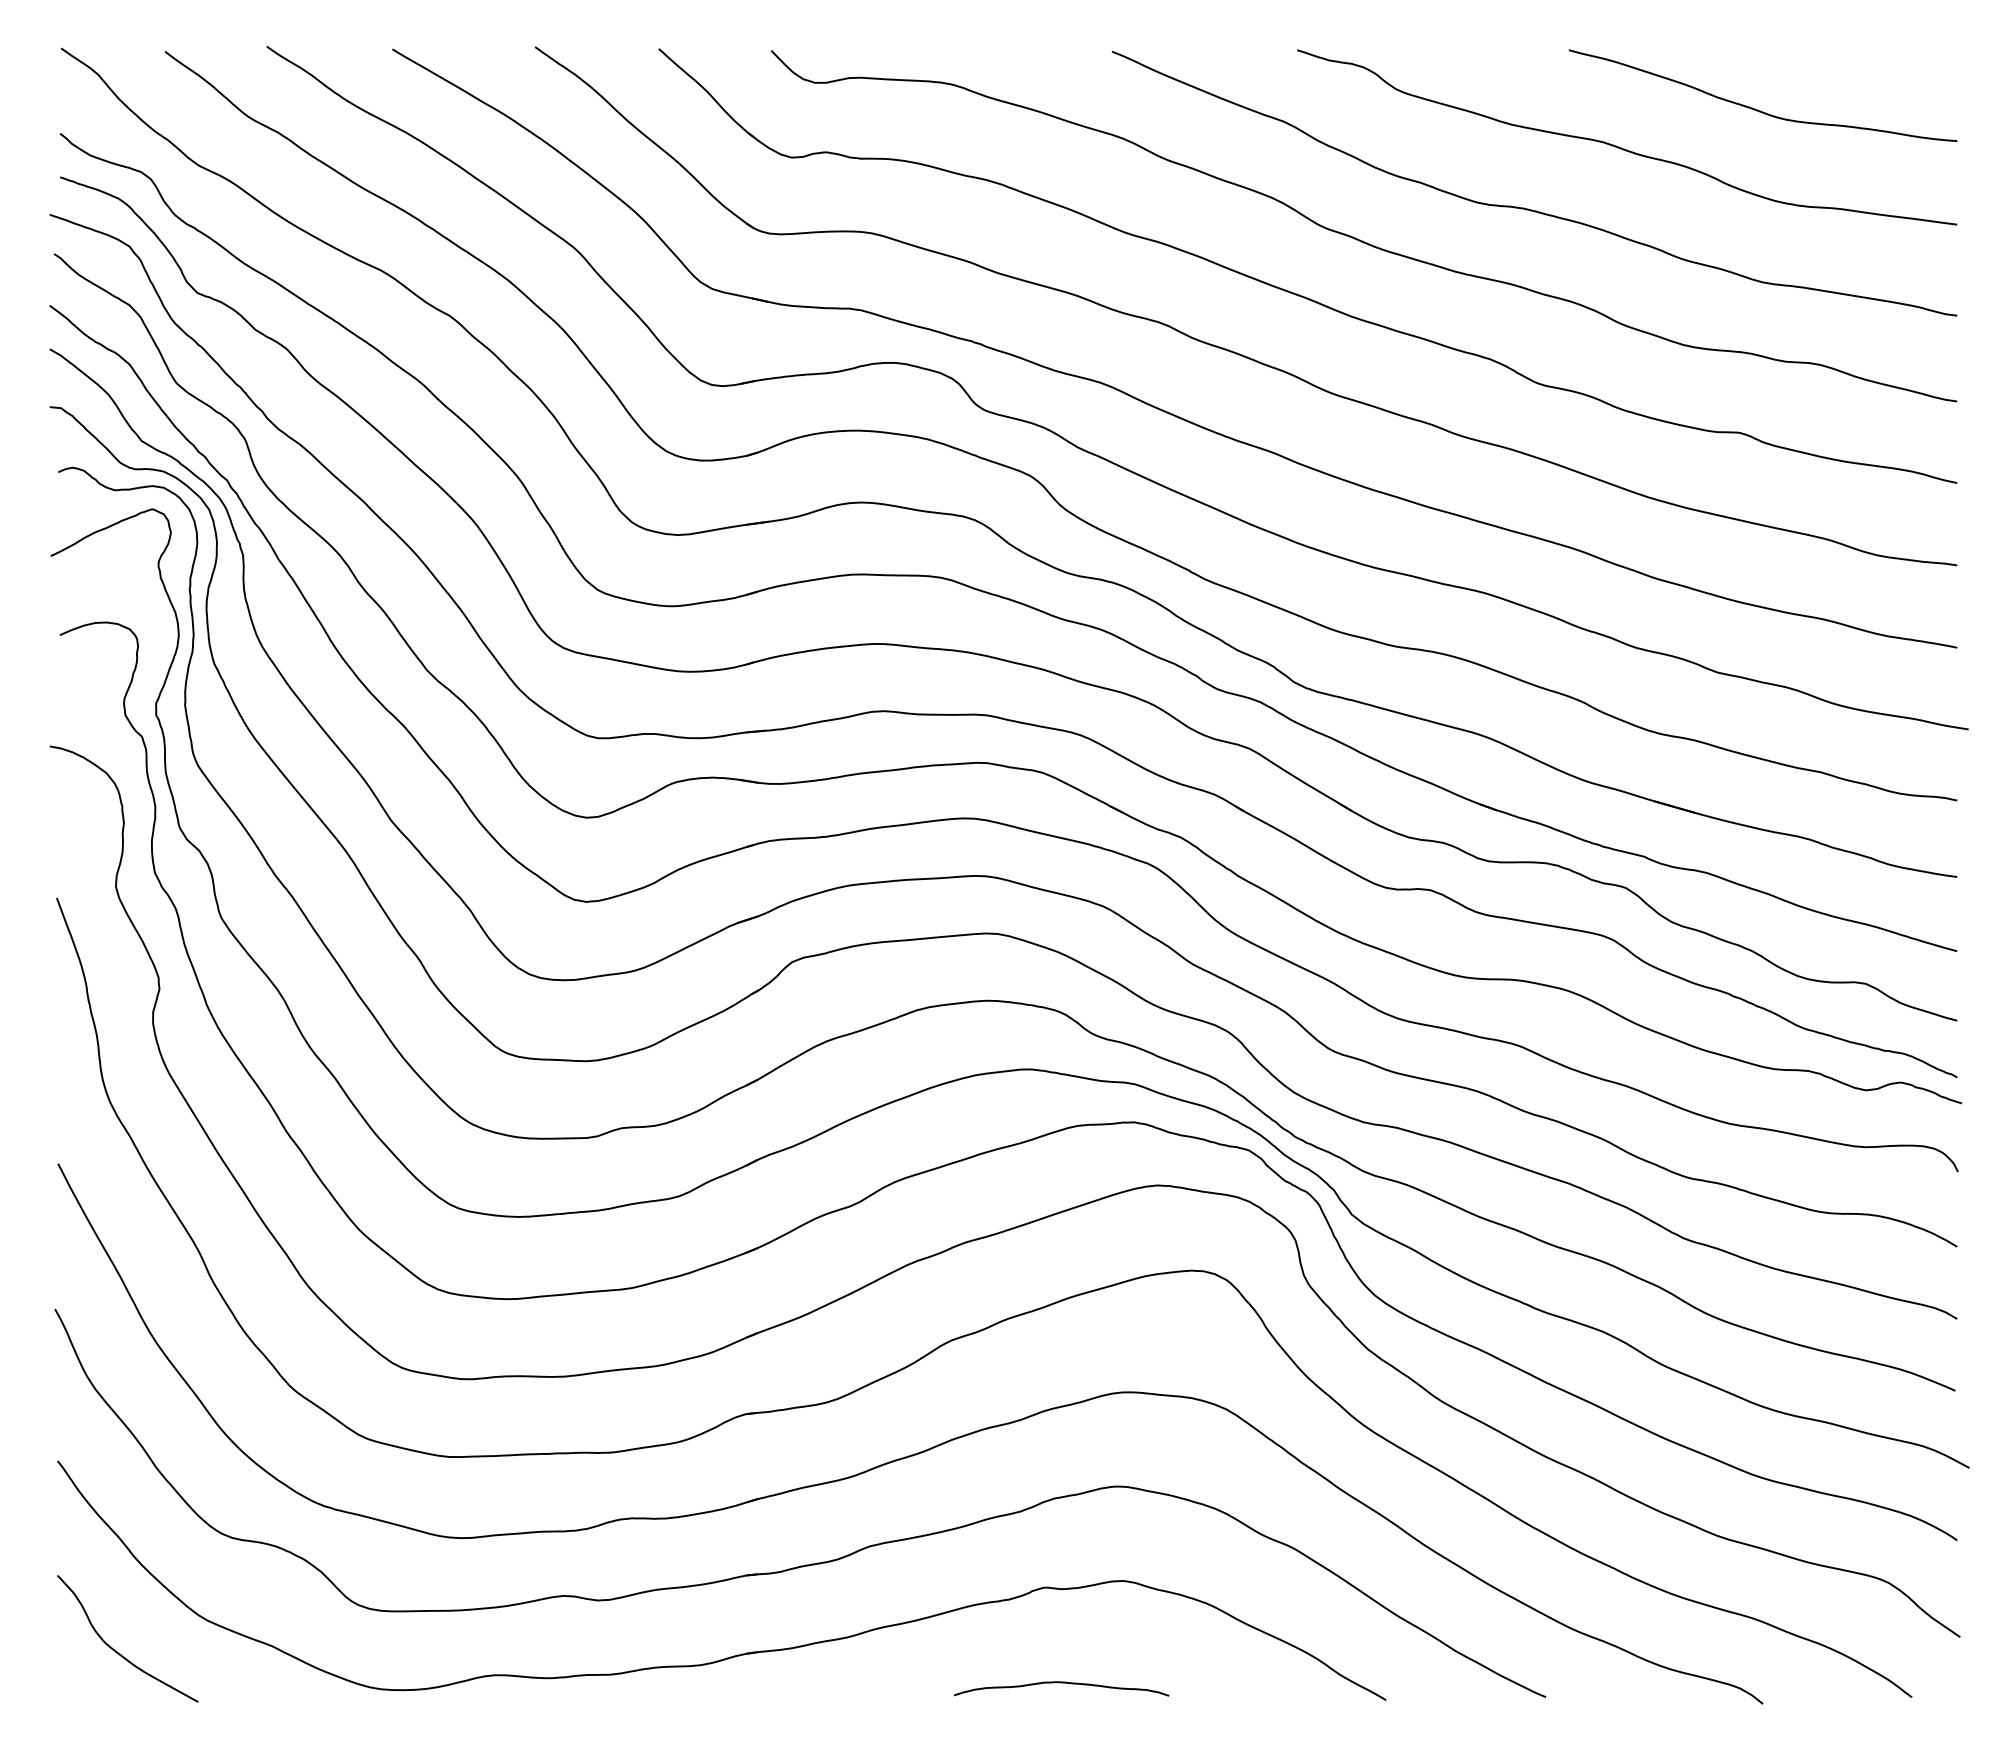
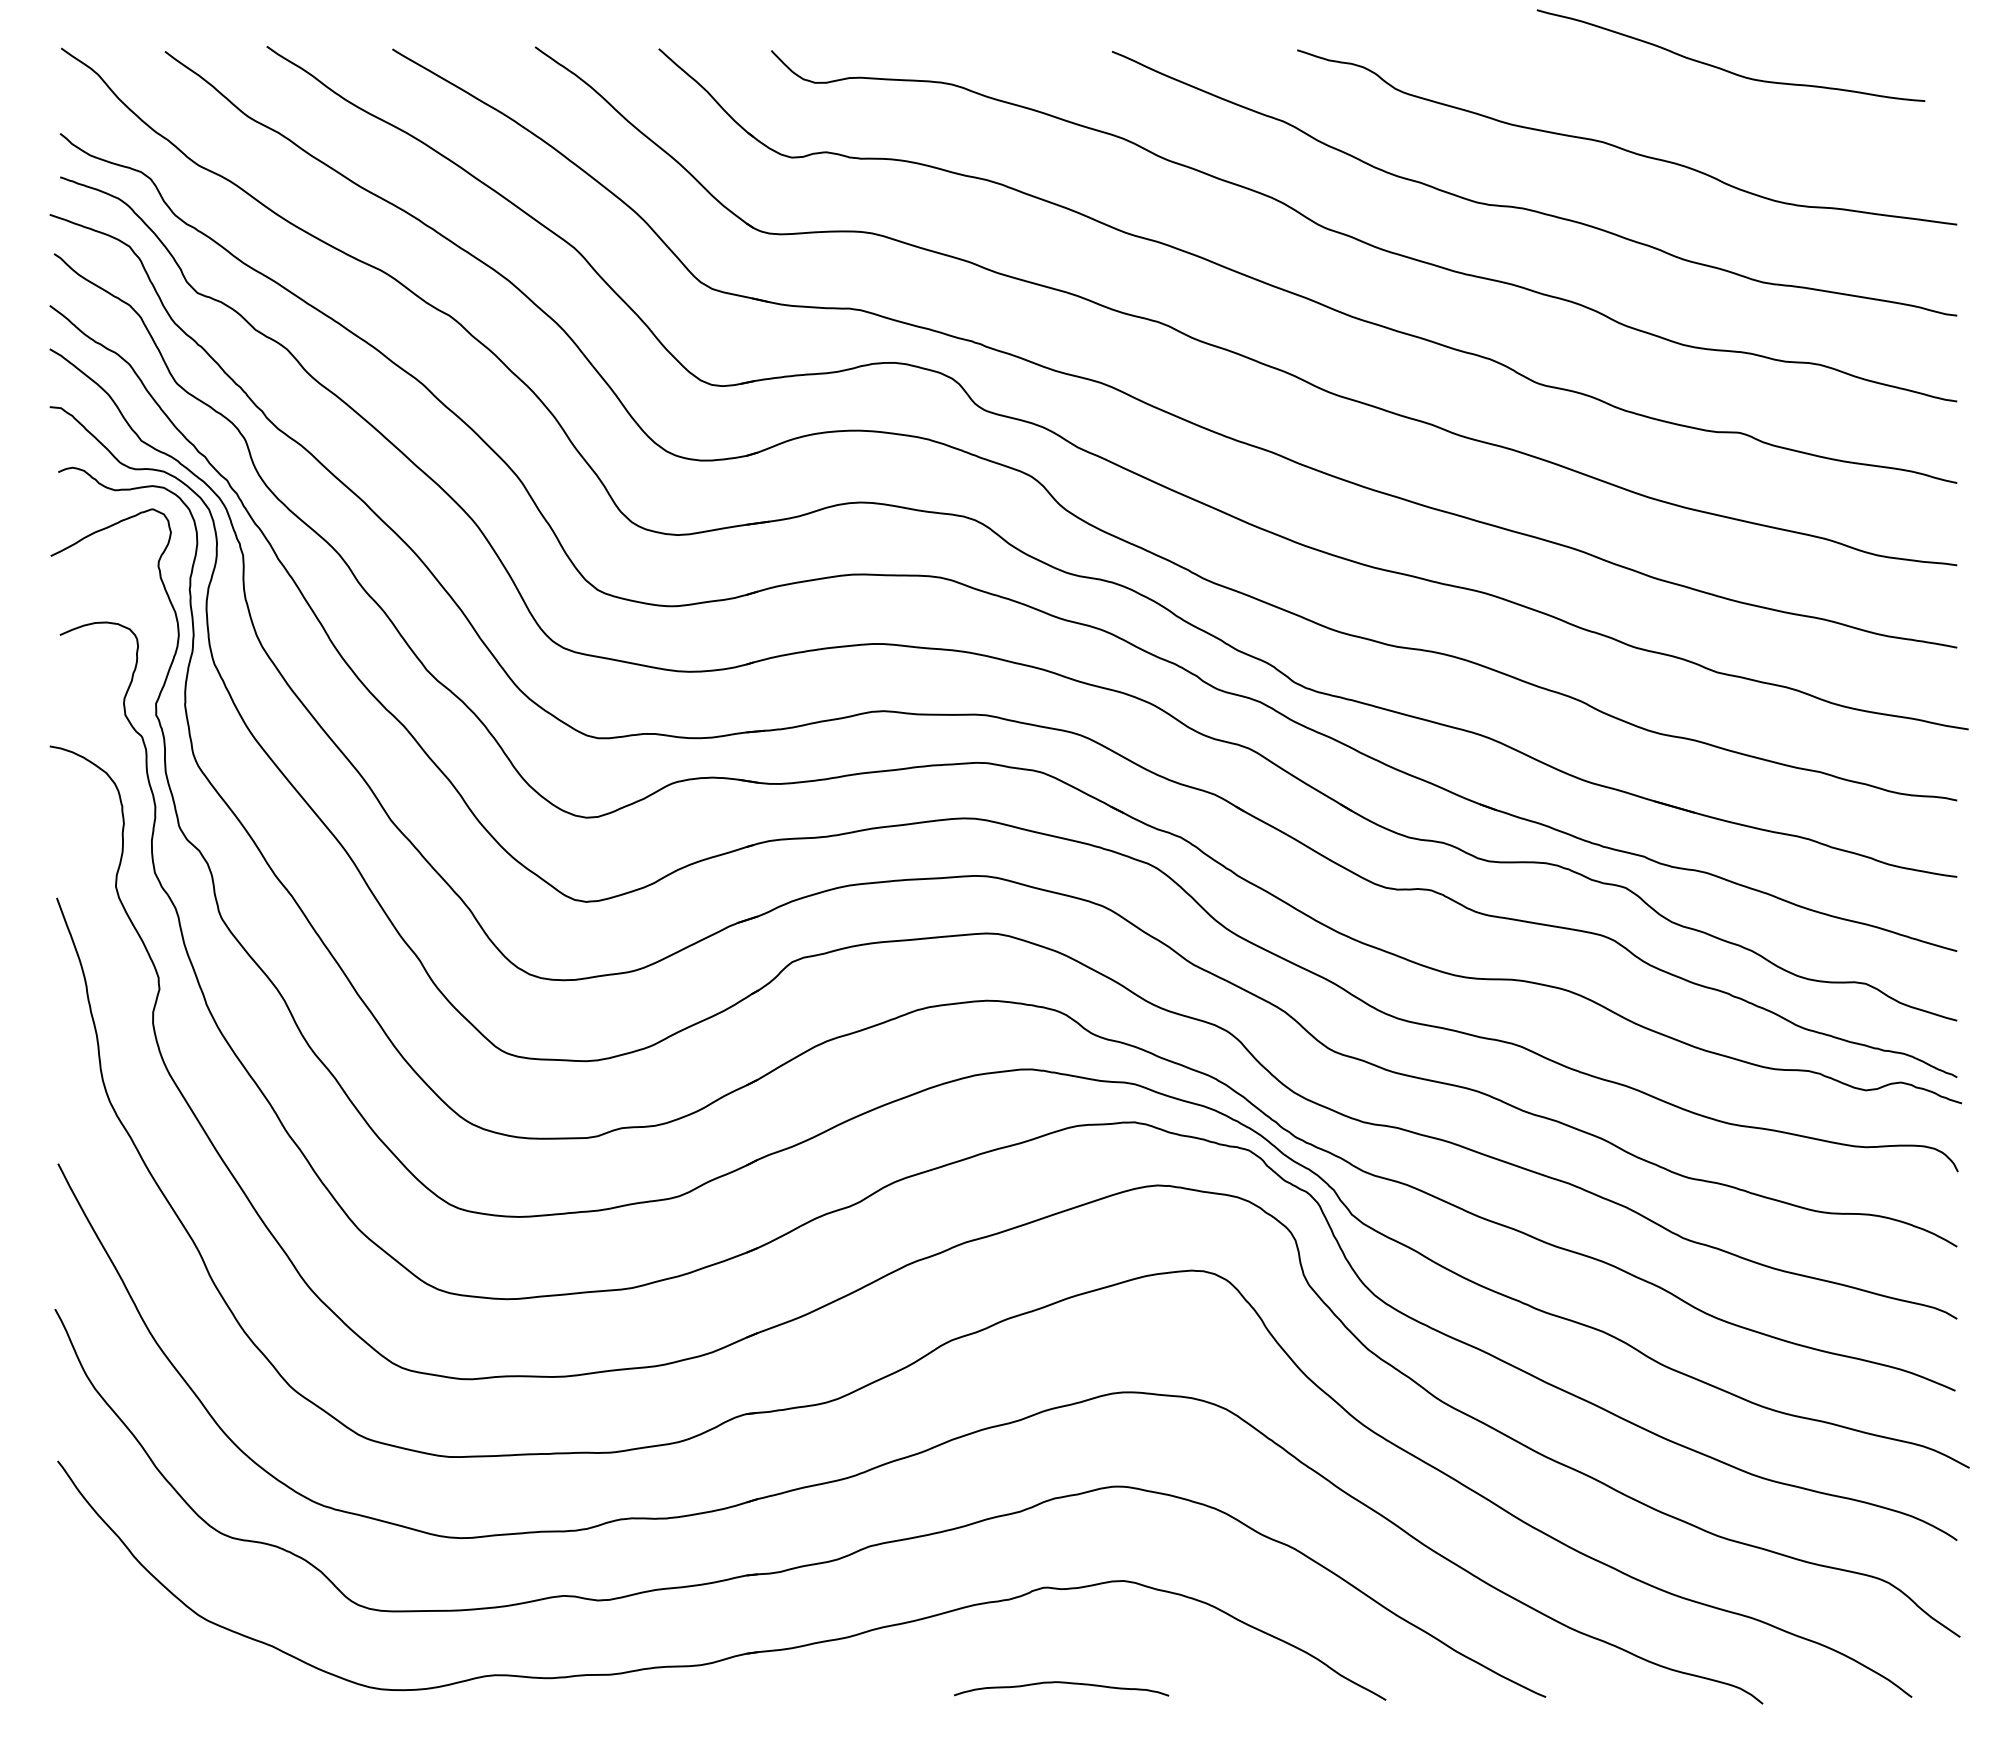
curve at (1755, 108) position: (1755, 108) -> (1723, 68)
curve at (116, 1650): present -> none
